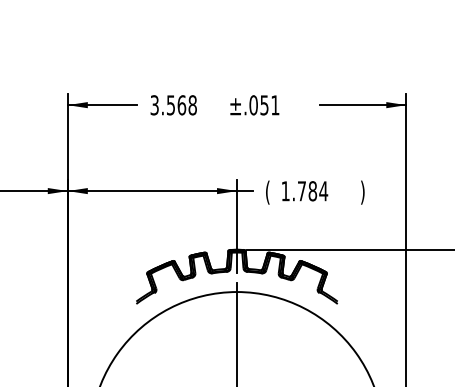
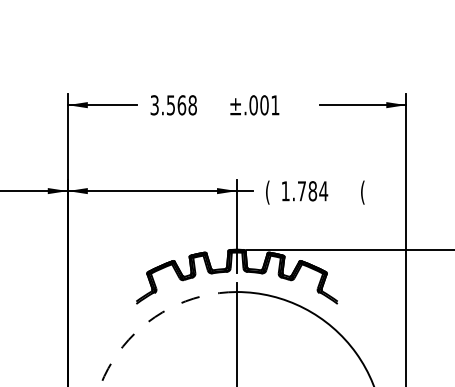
text at (264, 105): ±.051 -> ±.001
text at (362, 192): ) -> (
arc at (154, 317): solid -> dashed
